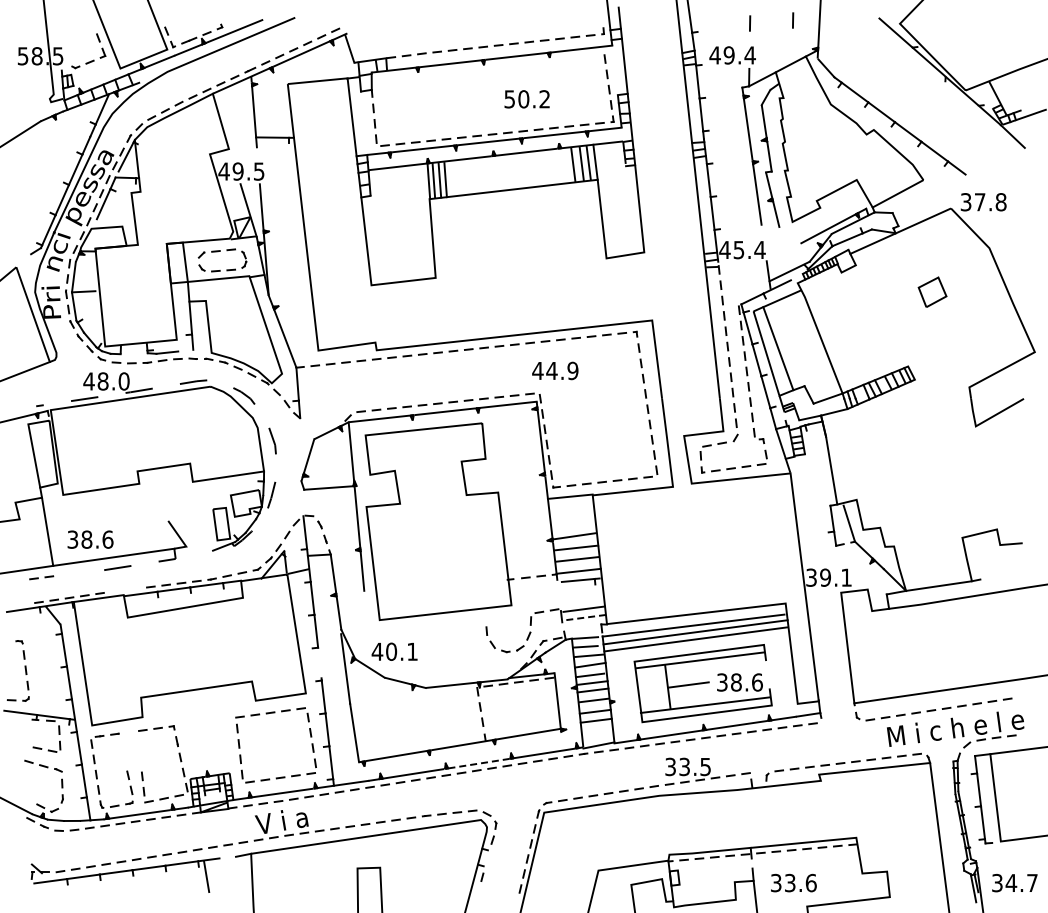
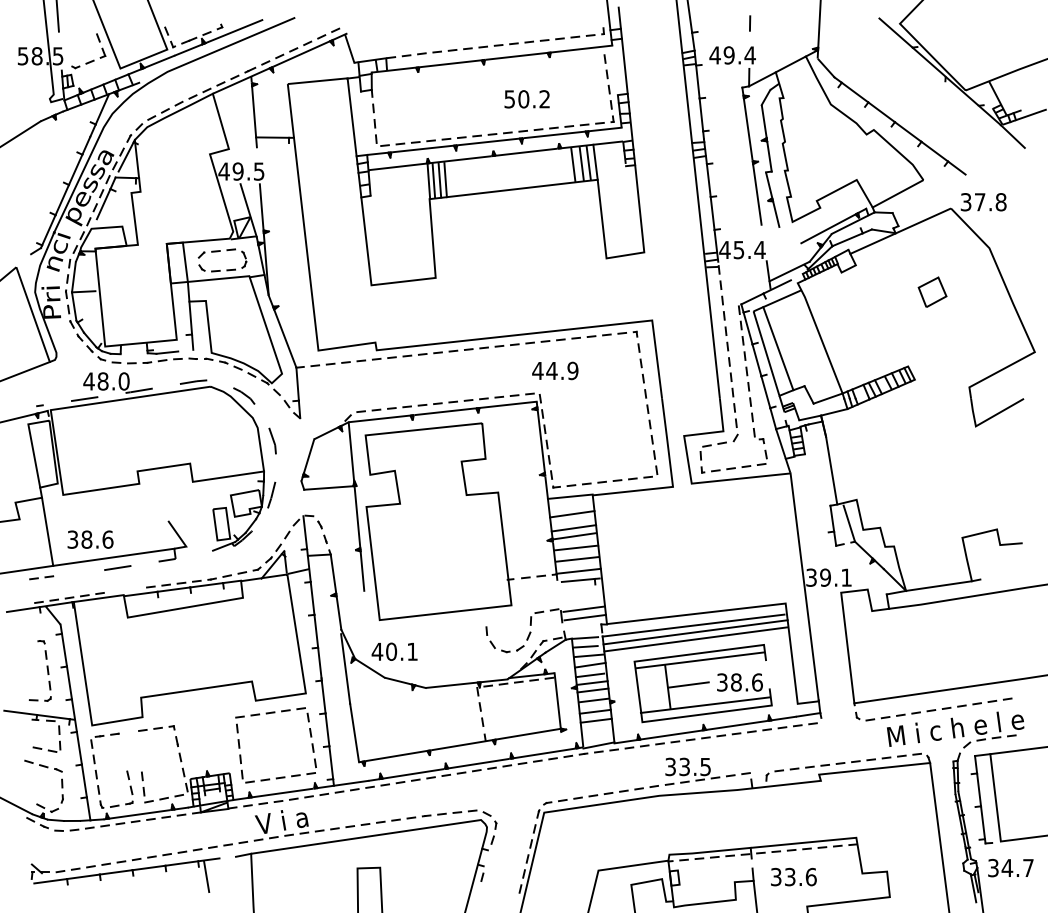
line at (57, 16): none -> present
line at (793, 20): present -> none
line at (572, 514): none -> present
line at (573, 528): none -> present
line at (585, 617): dashed -> solid
line at (319, 662): none -> present
part at (24, 668) position: (24, 668) -> (46, 668)
line at (476, 764): dashed -> solid
text at (793, 882) position: (793, 882) -> (793, 876)
text at (1014, 883) position: (1014, 883) -> (1010, 868)
